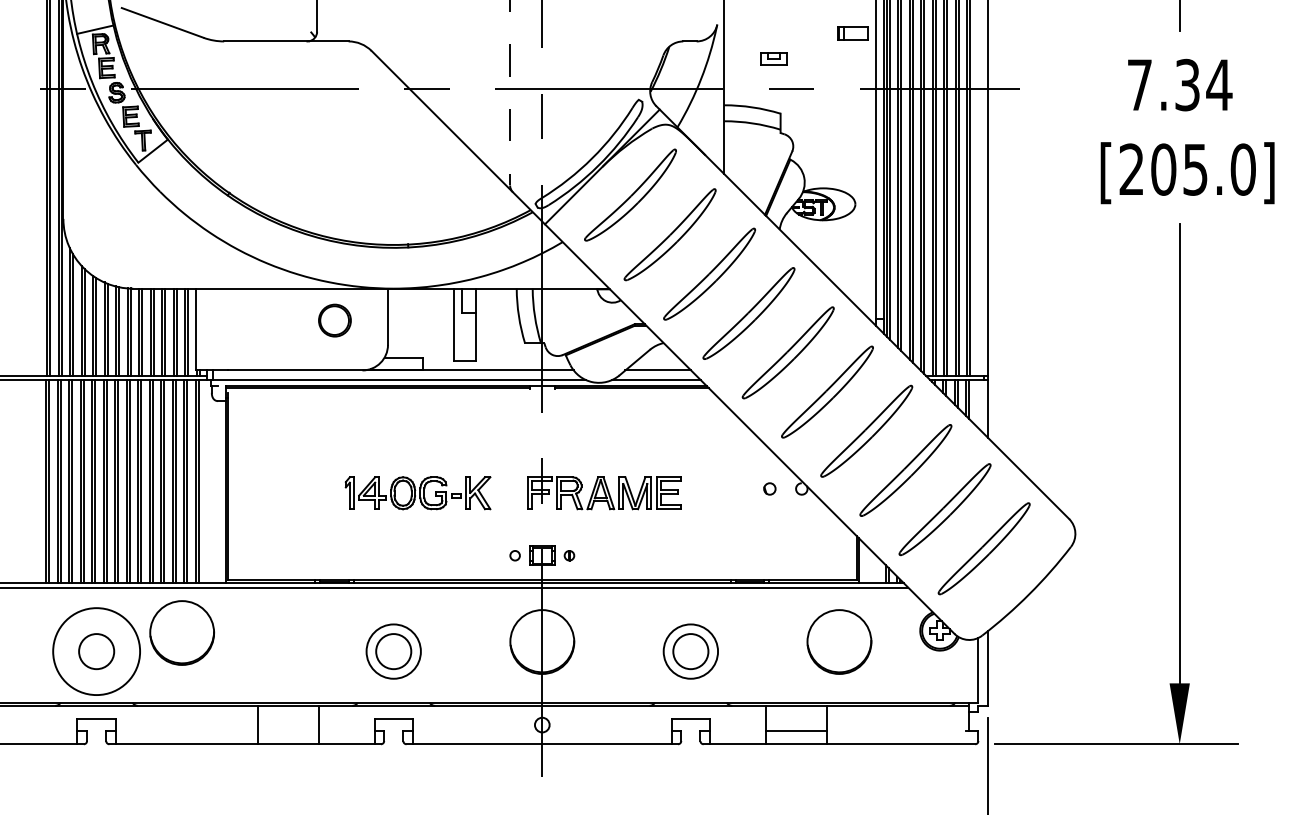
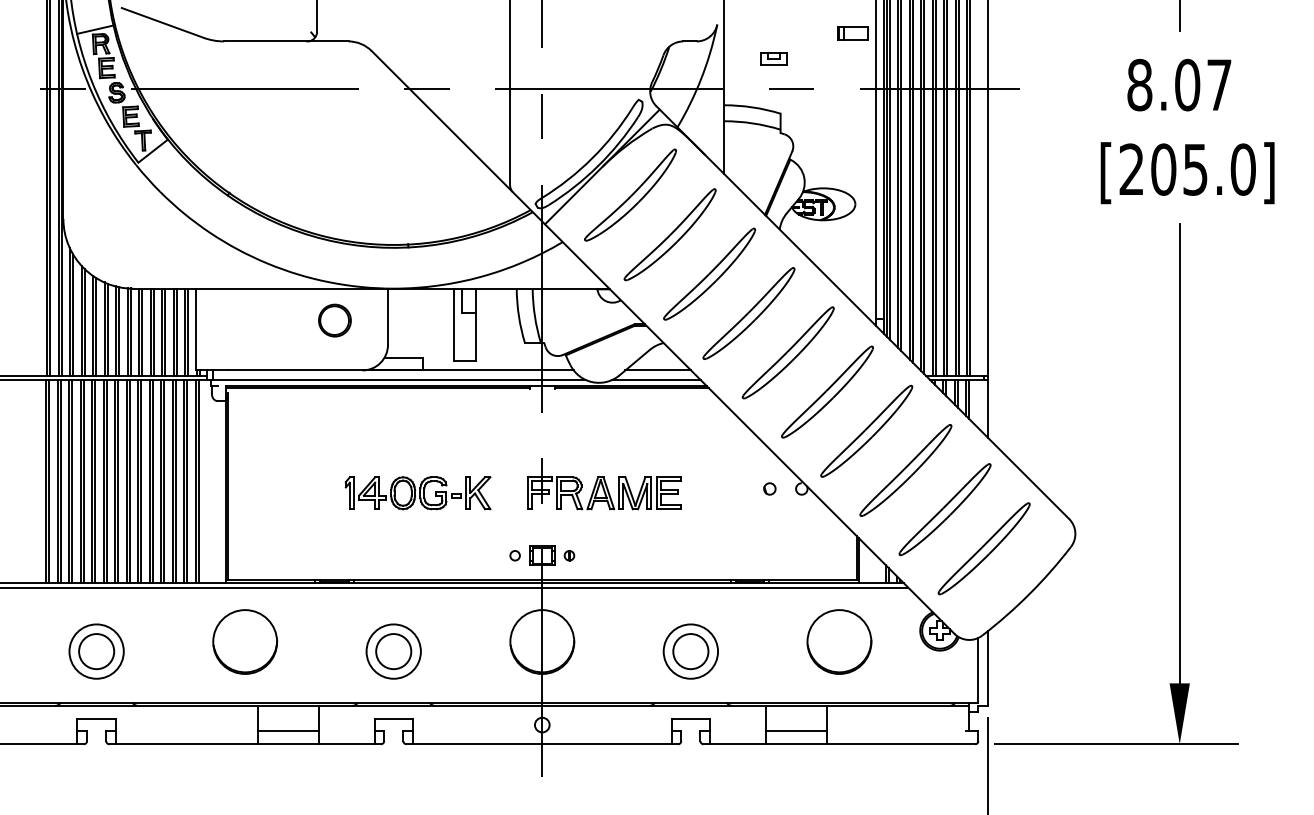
text at (1179, 84): 7.34 -> 8.07
line at (510, 92): dashed -> solid
circle at (181, 632) position: (181, 632) -> (244, 641)
circle at (96, 651) diameter: 87 px -> 54 px
line at (287, 731): none -> present
